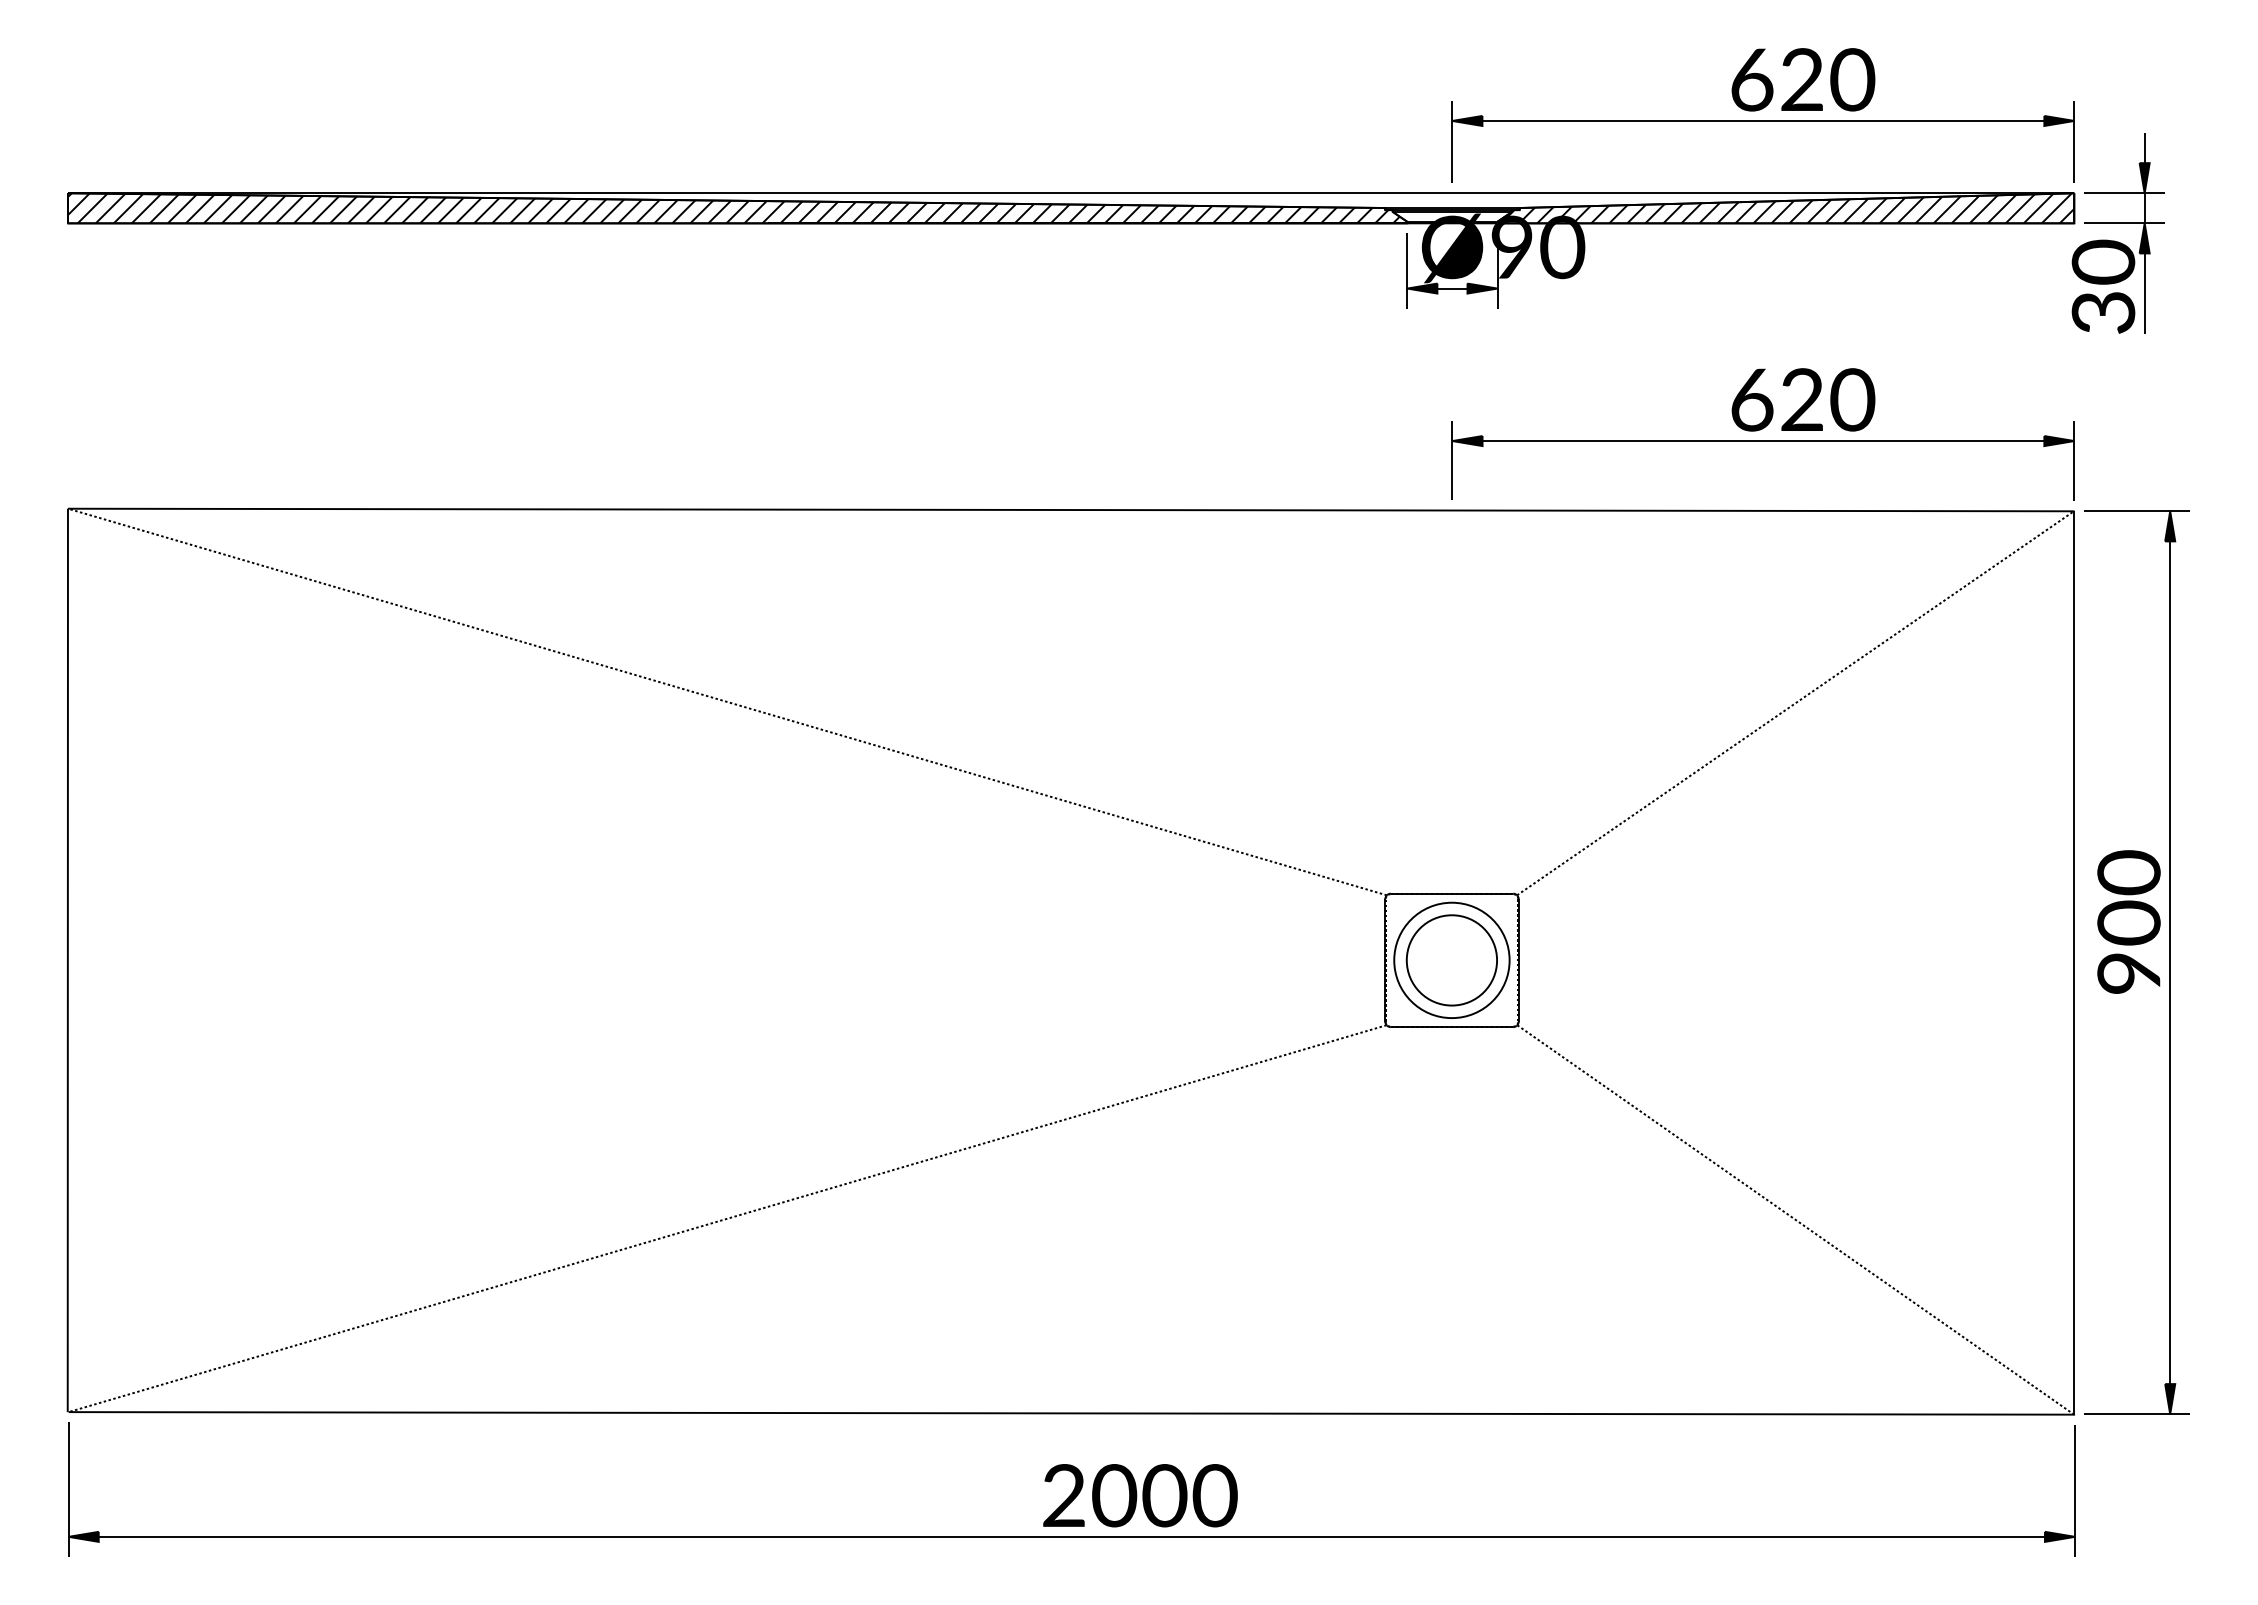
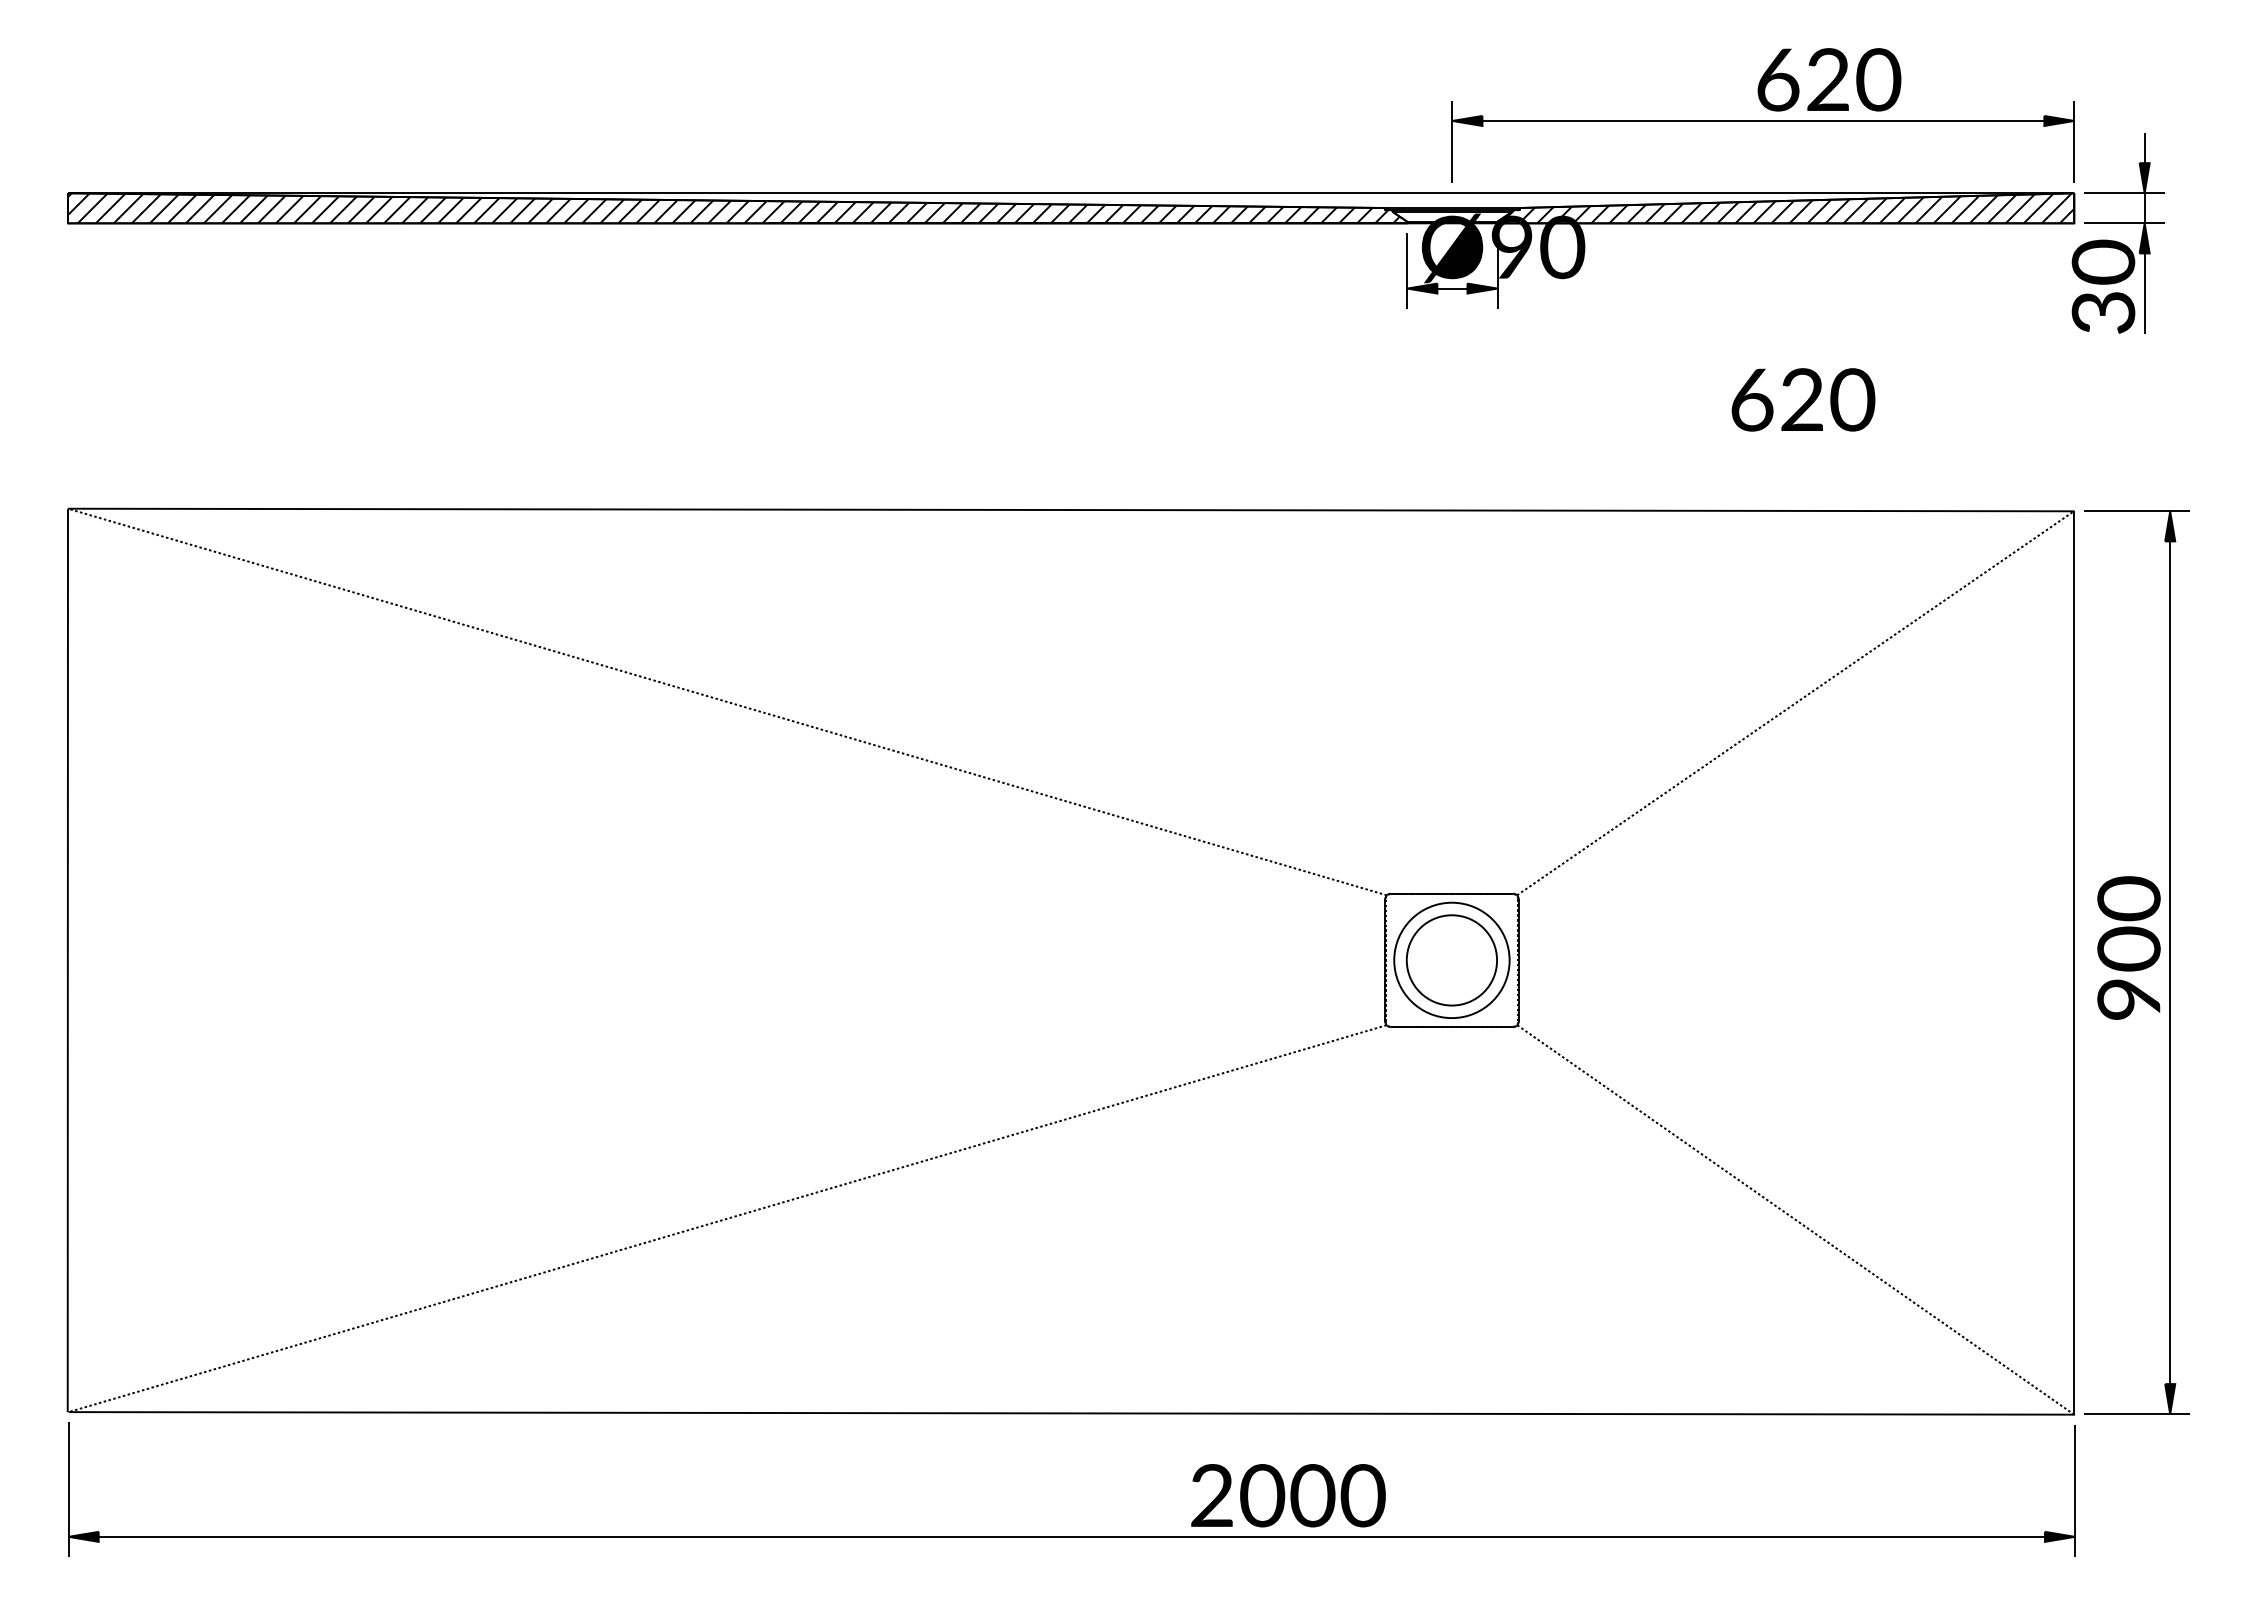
text at (1803, 79) position: (1803, 79) -> (1829, 79)
part at (1762, 441): present -> none
text at (2128, 921) position: (2128, 921) -> (2128, 947)
text at (1140, 1495) position: (1140, 1495) -> (1288, 1495)
